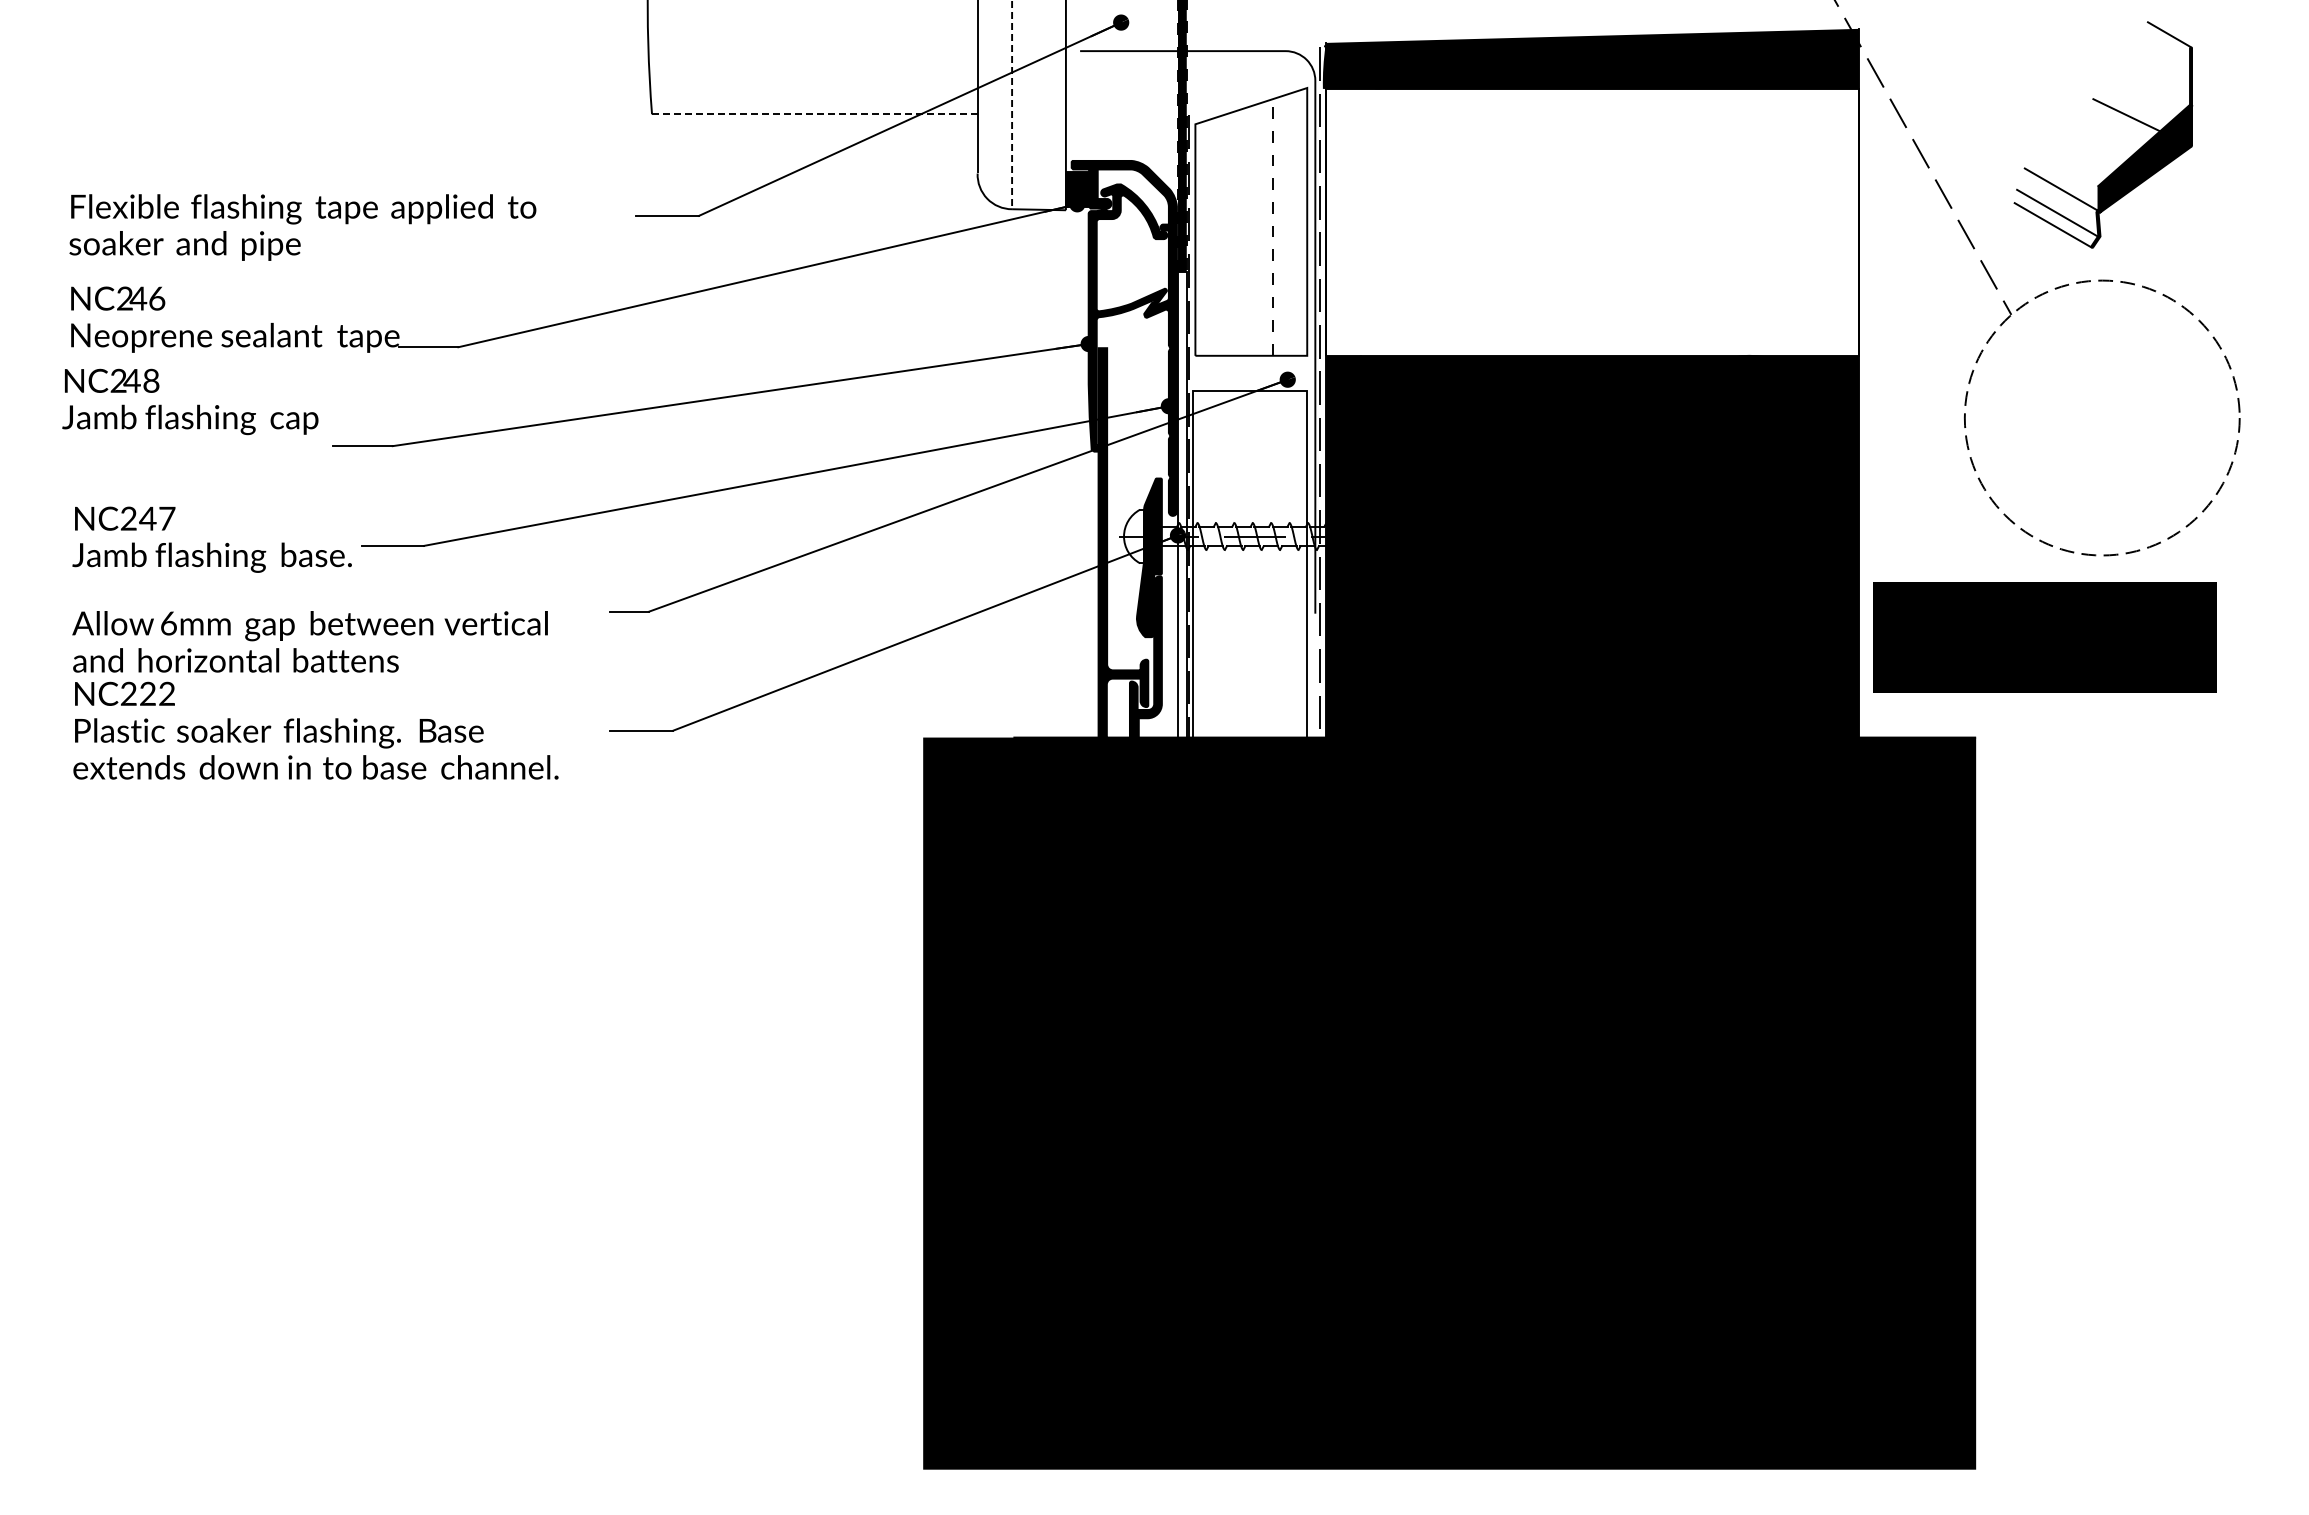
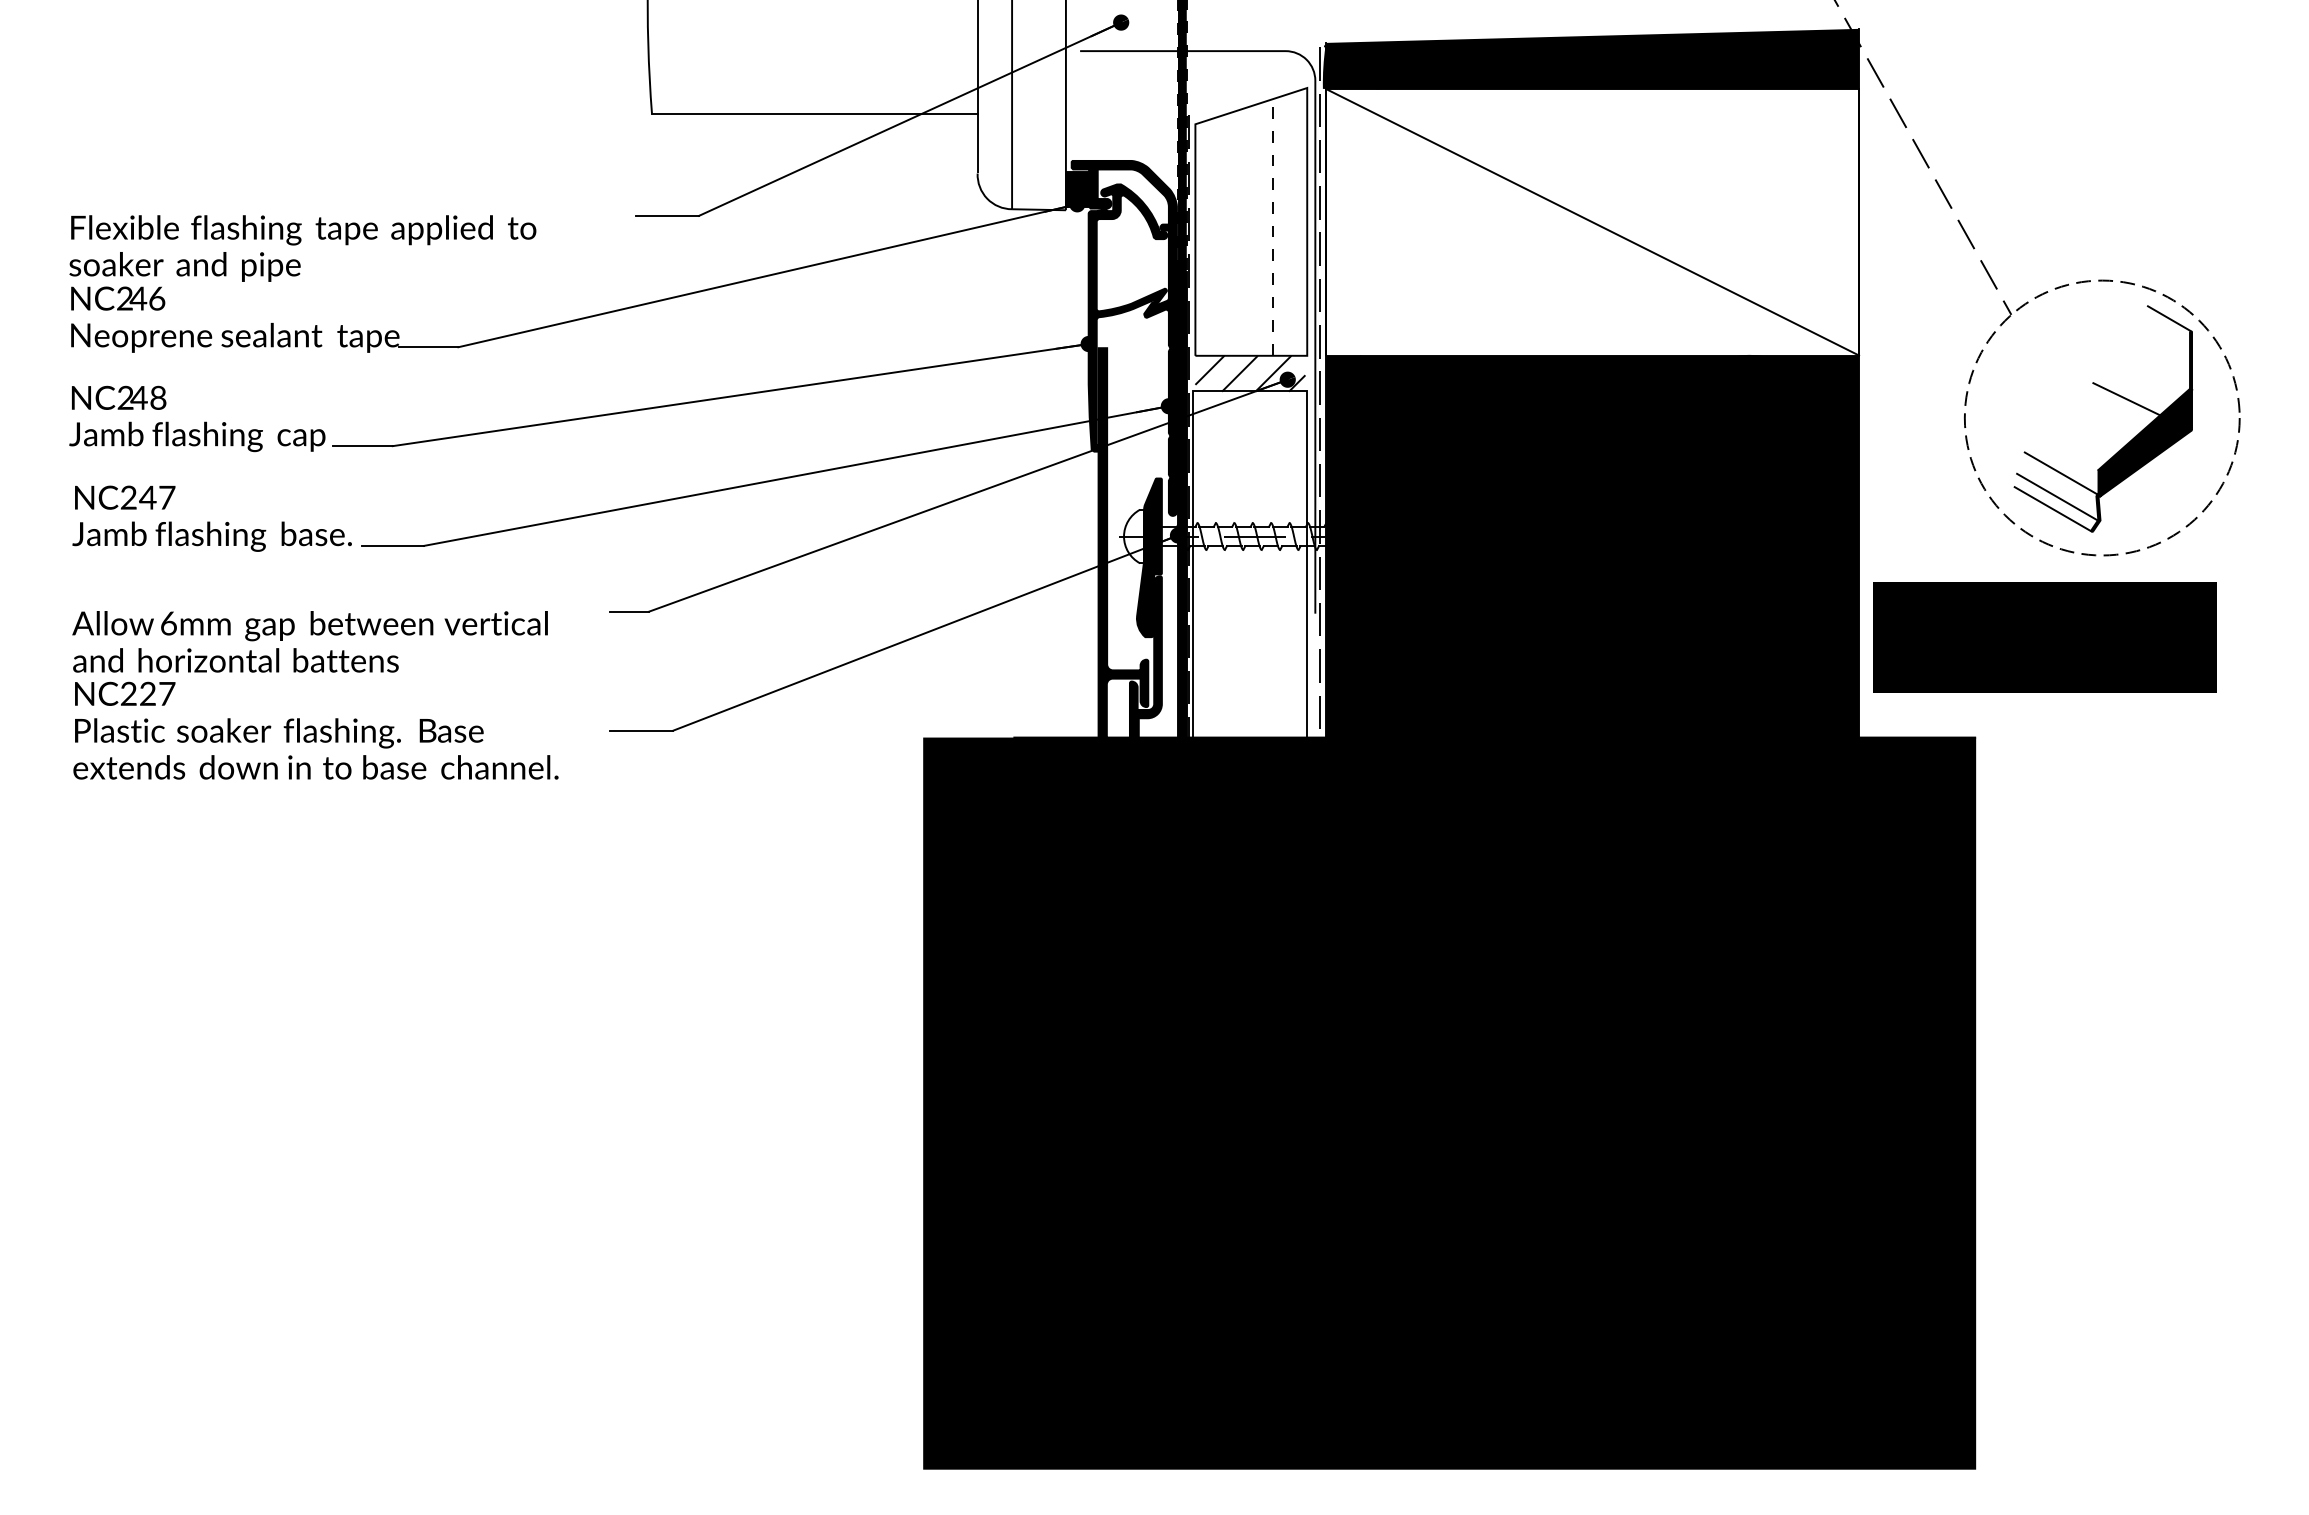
line at (1012, 105): dashed -> solid
part at (2114, 110) position: (2114, 110) -> (2114, 394)
line at (814, 114): dashed -> solid
line at (1592, 222): none -> present
text at (302, 227) position: (302, 227) -> (302, 248)
hatch at (1250, 373): none -> present
text at (190, 401) position: (190, 401) -> (197, 418)
text at (211, 539) position: (211, 539) -> (211, 518)
fill at (1182, 548): none -> present
text at (167, 693): NC222 -> NC227
